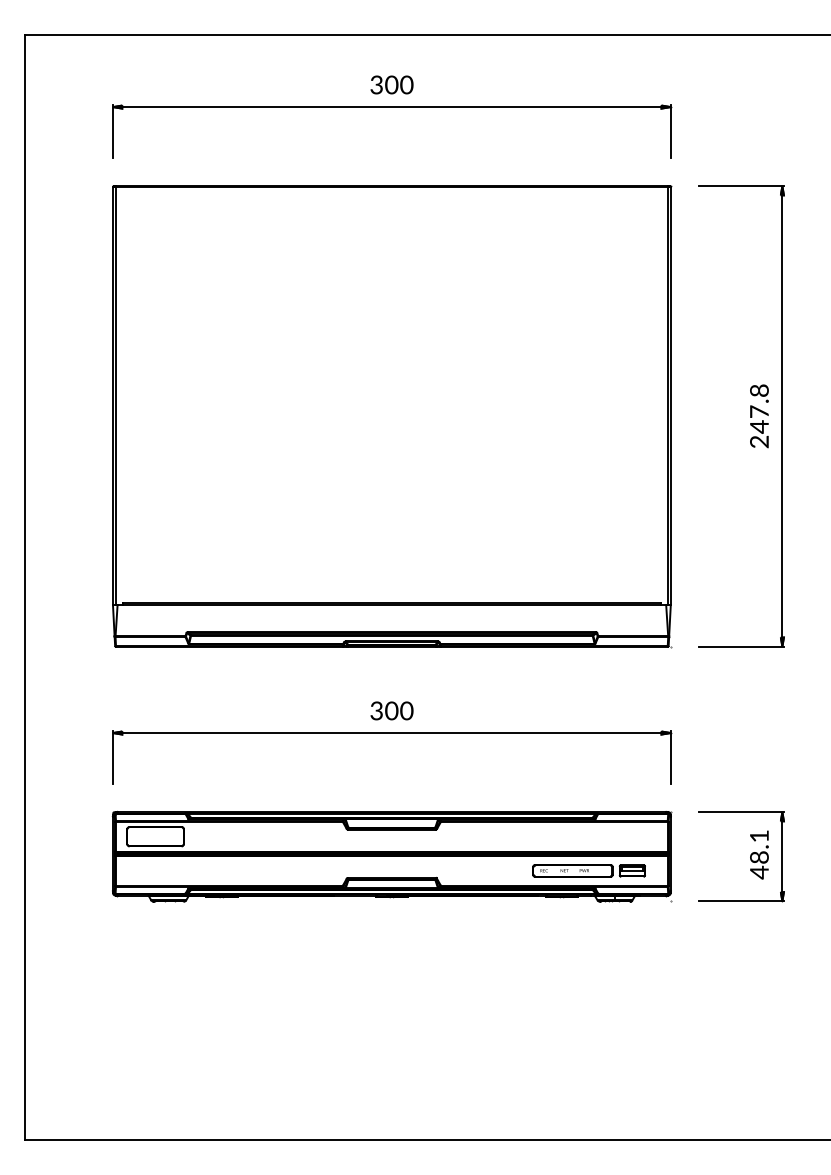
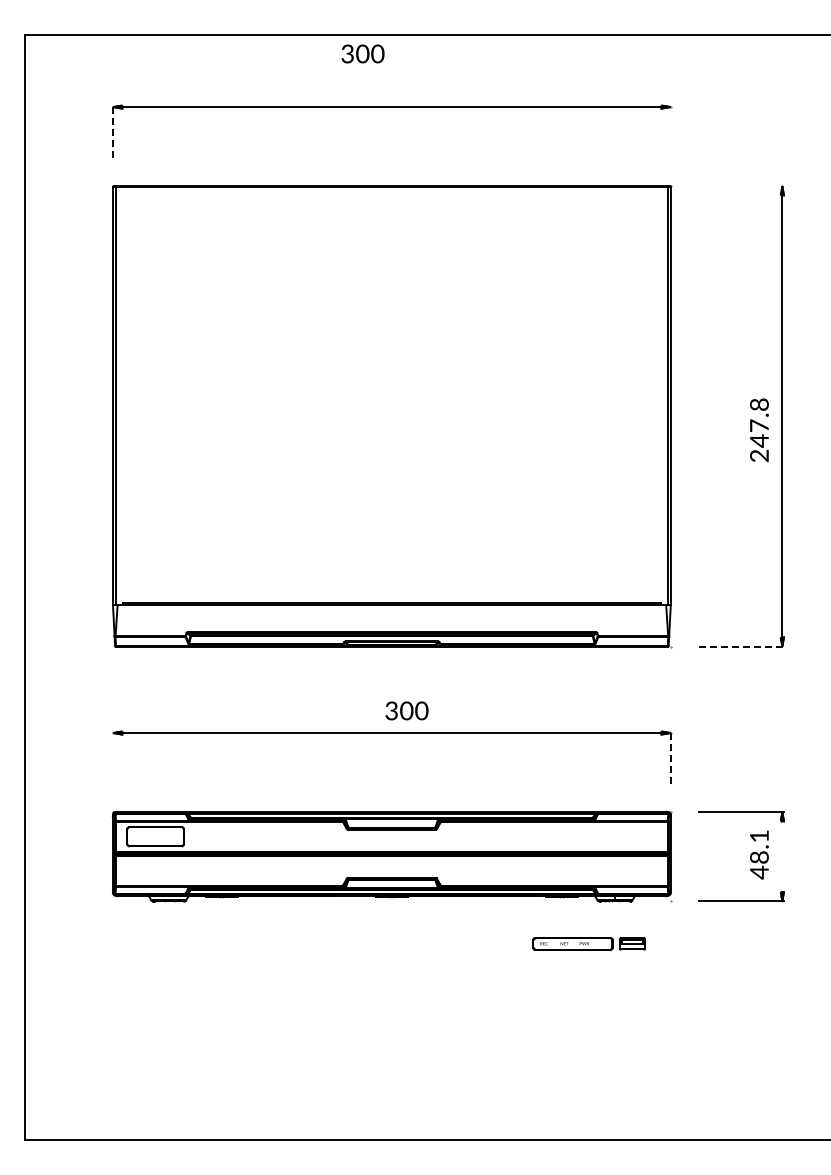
text at (391, 84) position: (391, 84) -> (362, 53)
line at (112, 131): solid -> dashed
line at (670, 131): present -> none
line at (741, 186): present -> none
text at (759, 416) position: (759, 416) -> (759, 430)
line at (741, 646): solid -> dashed
text at (391, 710) position: (391, 710) -> (406, 710)
line at (112, 757): present -> none
line at (670, 757): solid -> dashed
line at (782, 856): present -> none
part at (588, 870) position: (588, 870) -> (588, 943)
